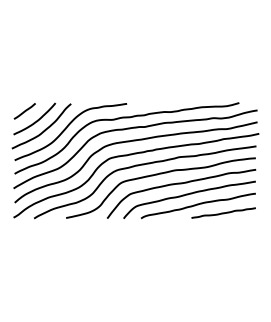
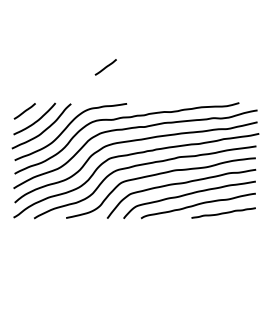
line at (105, 67): none -> present
